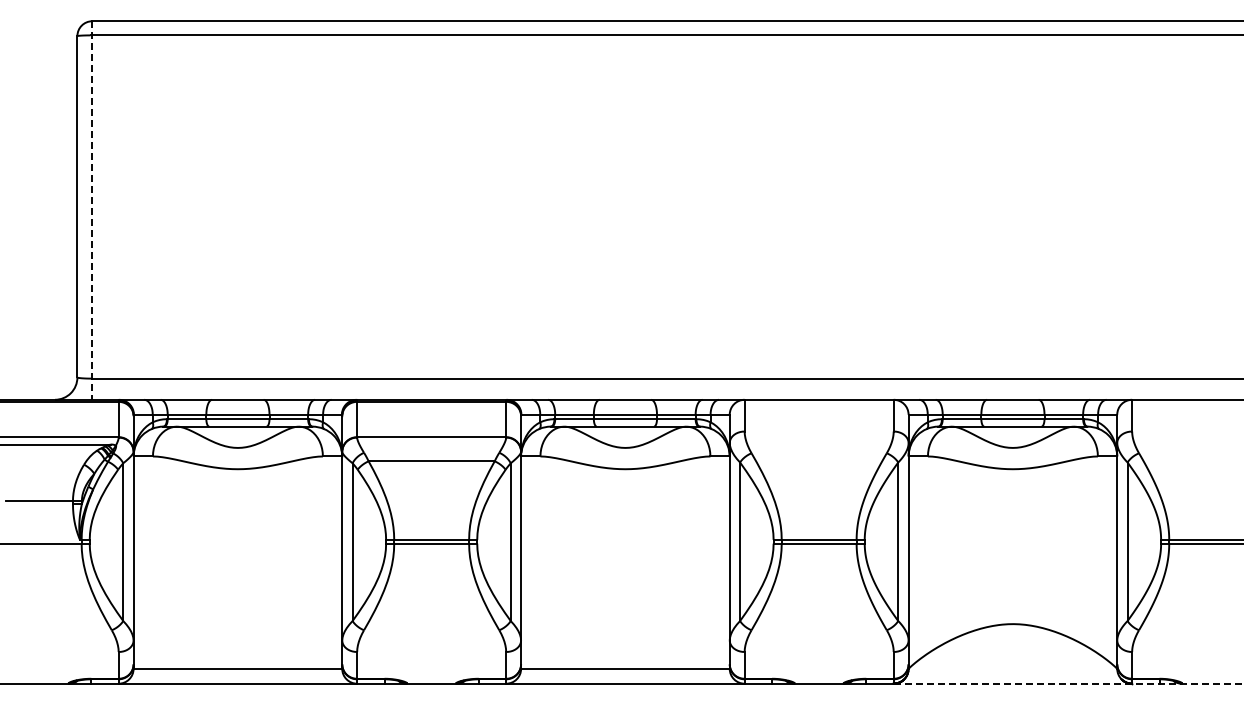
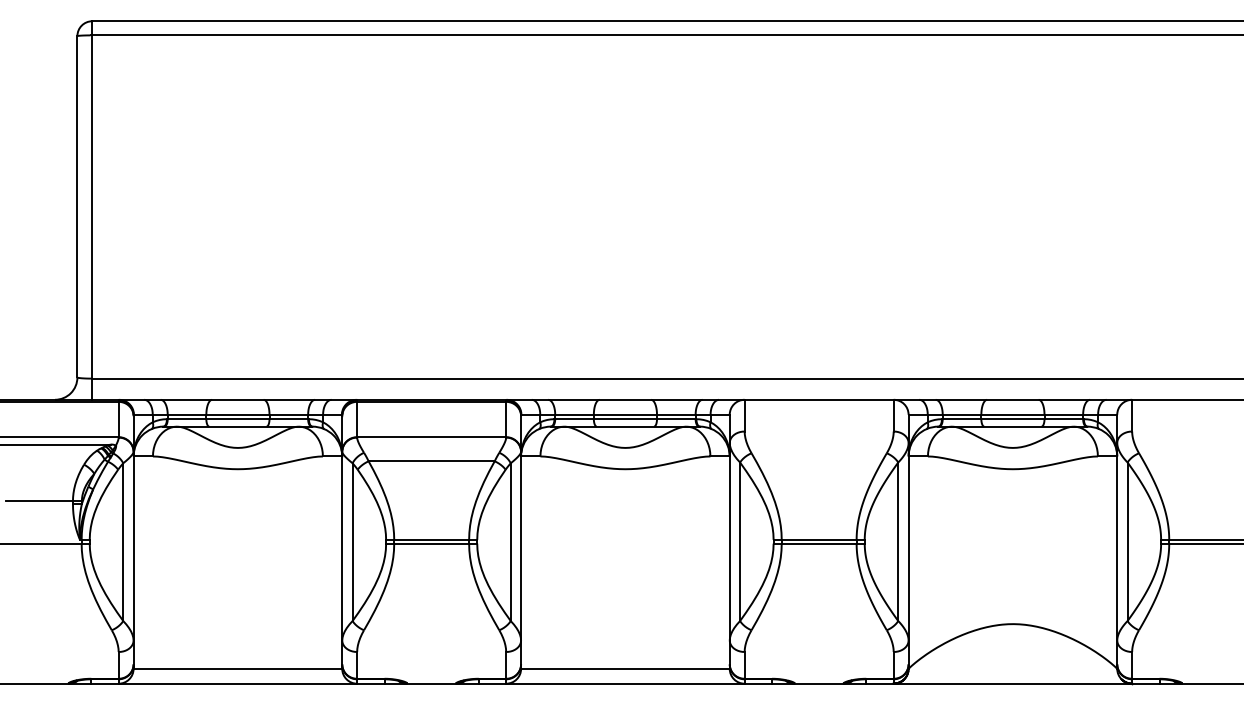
line at (92, 211): dashed -> solid
line at (1068, 683): dashed -> solid
